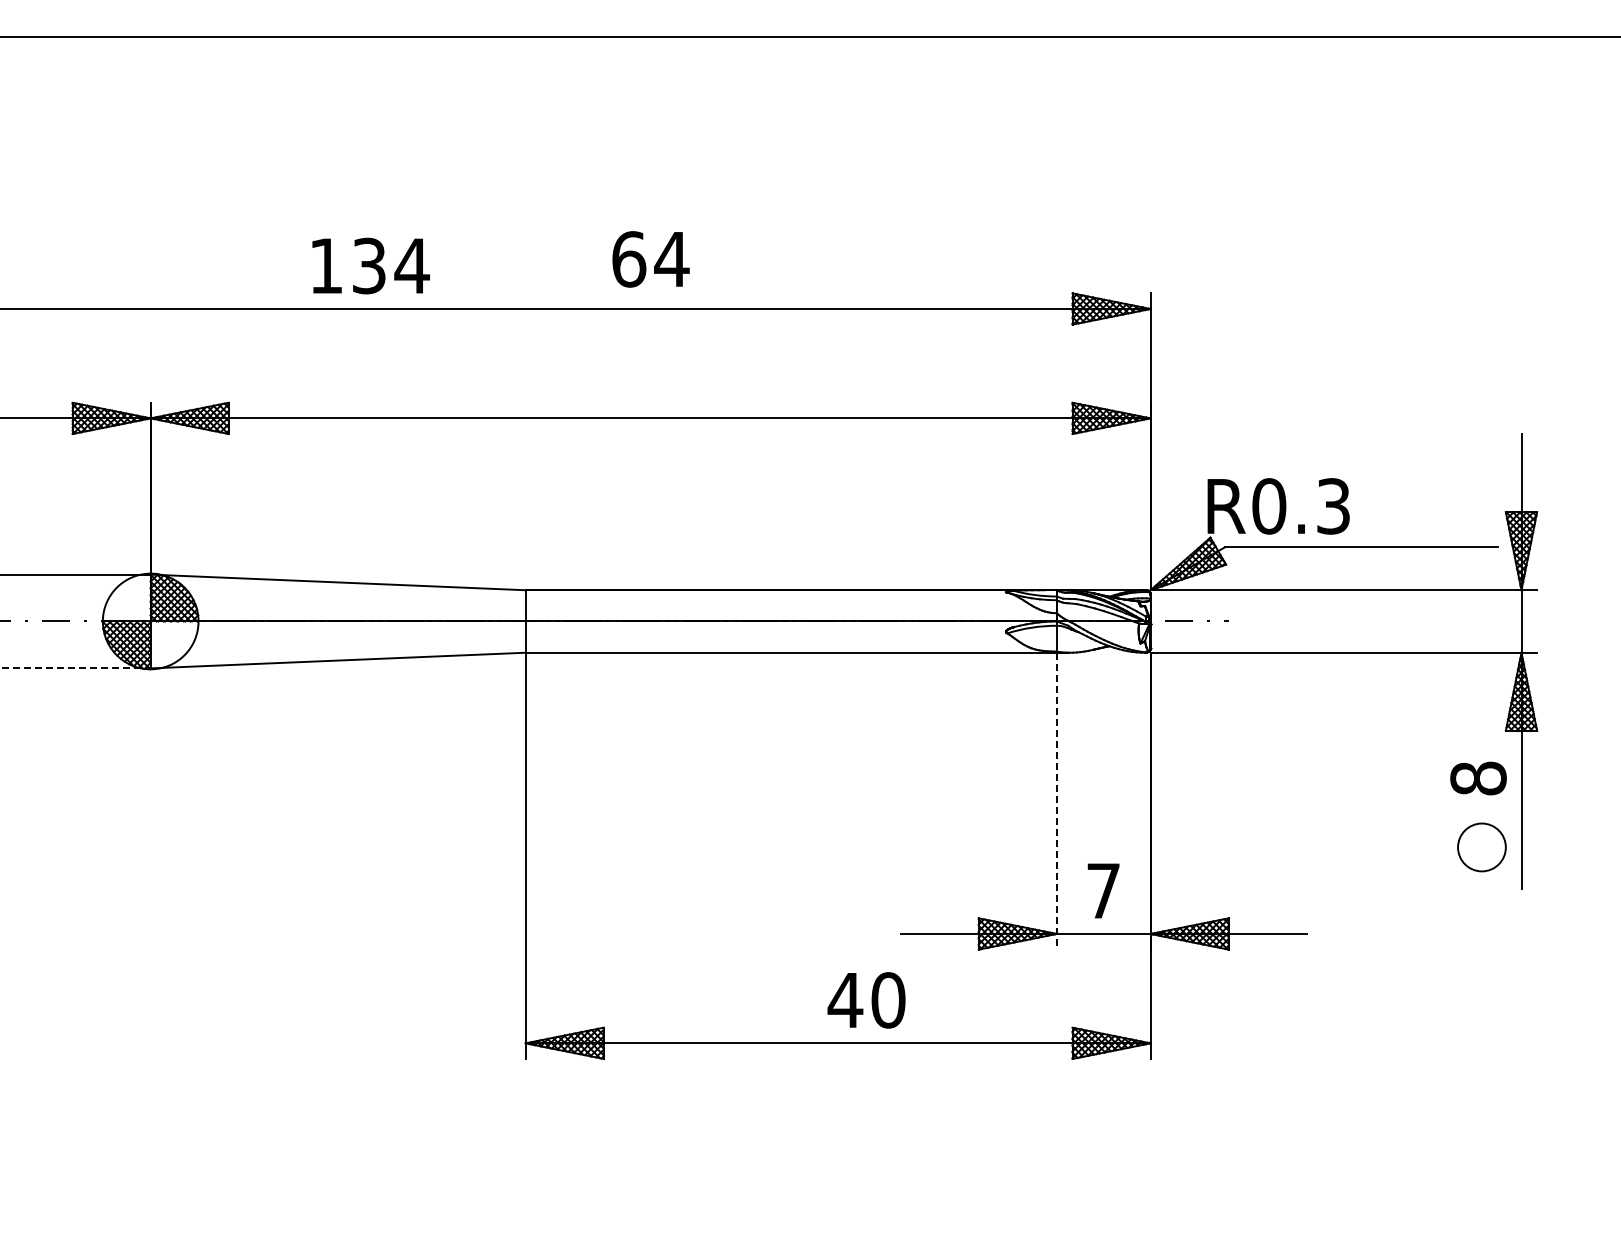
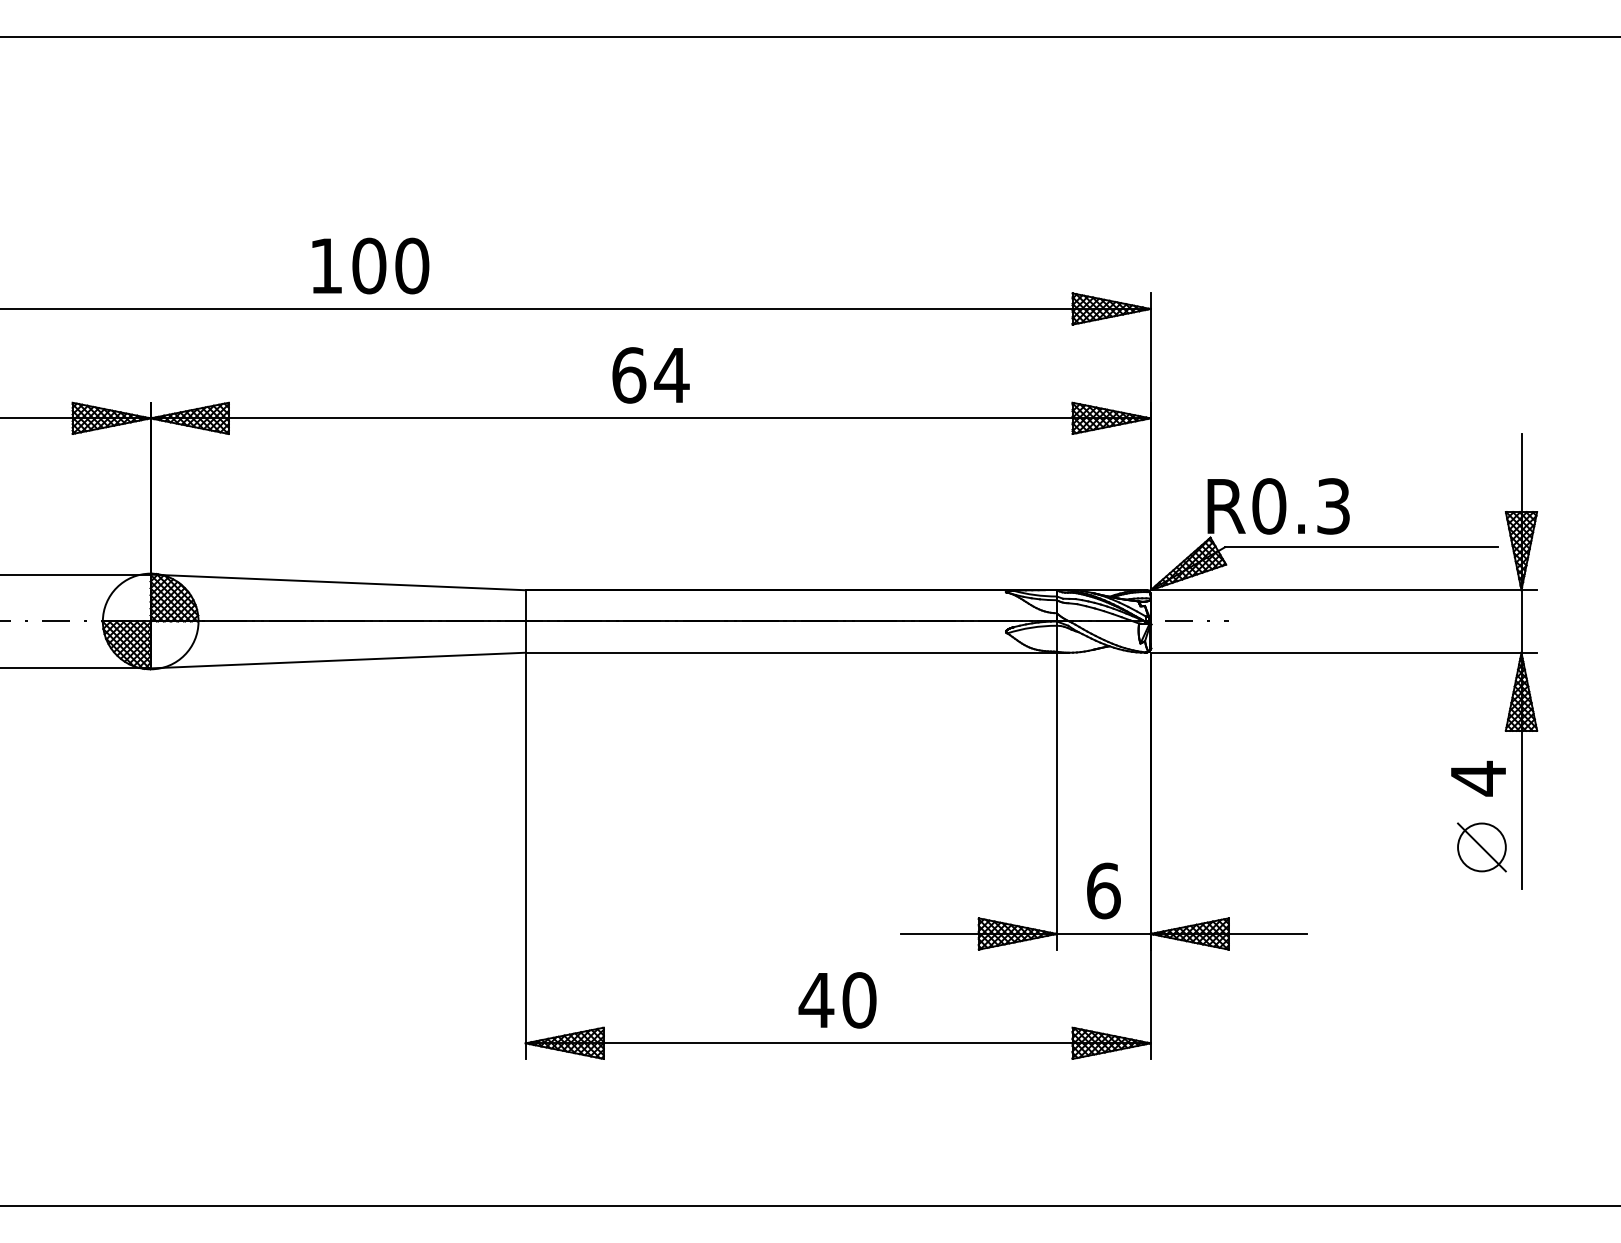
text at (650, 259) position: (650, 259) -> (650, 375)
text at (390, 265): 134 -> 100
line at (75, 668): dashed -> solid
text at (1478, 778): 8 -> 4
line at (1056, 801): dashed -> solid
line at (1481, 847): none -> present
text at (1103, 890): 7 -> 6
text at (866, 1000) position: (866, 1000) -> (837, 1000)
line at (809, 1205): none -> present
